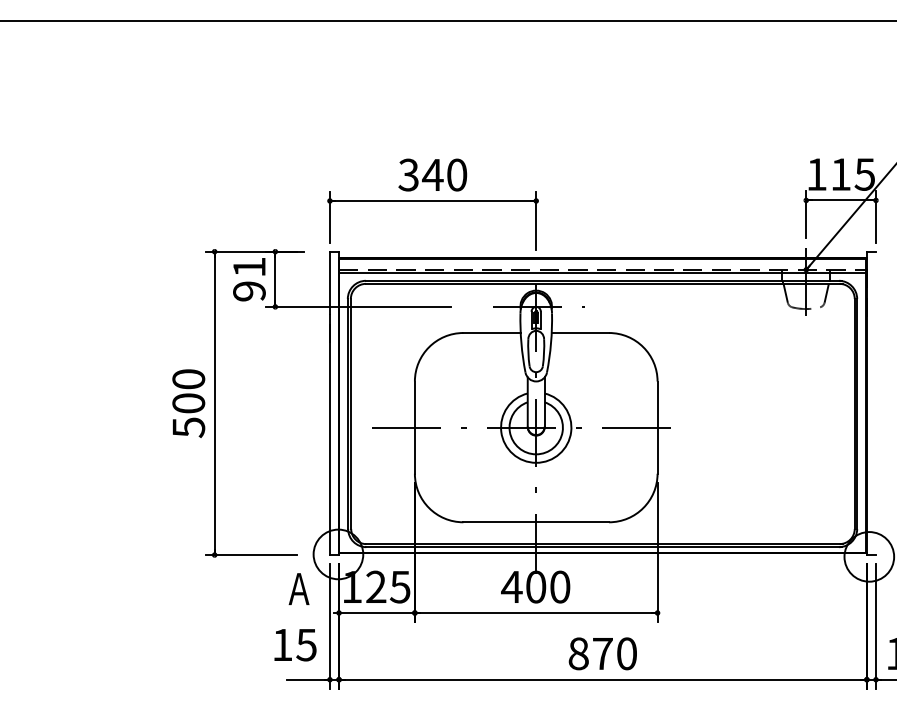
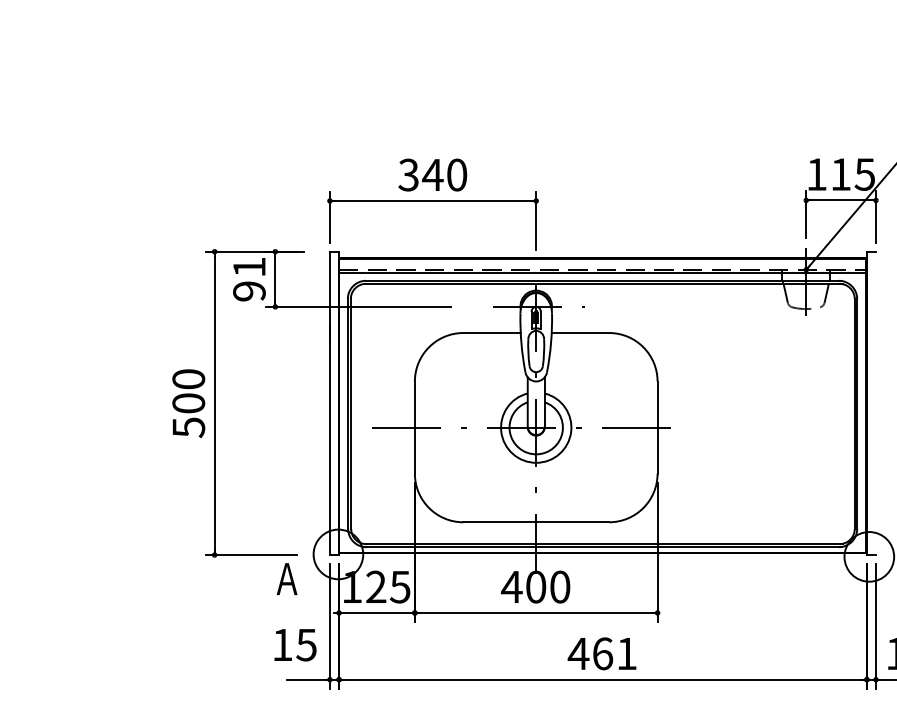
line at (447, 21): present -> none
text at (298, 588) position: (298, 588) -> (286, 578)
text at (601, 653): 870 -> 461
